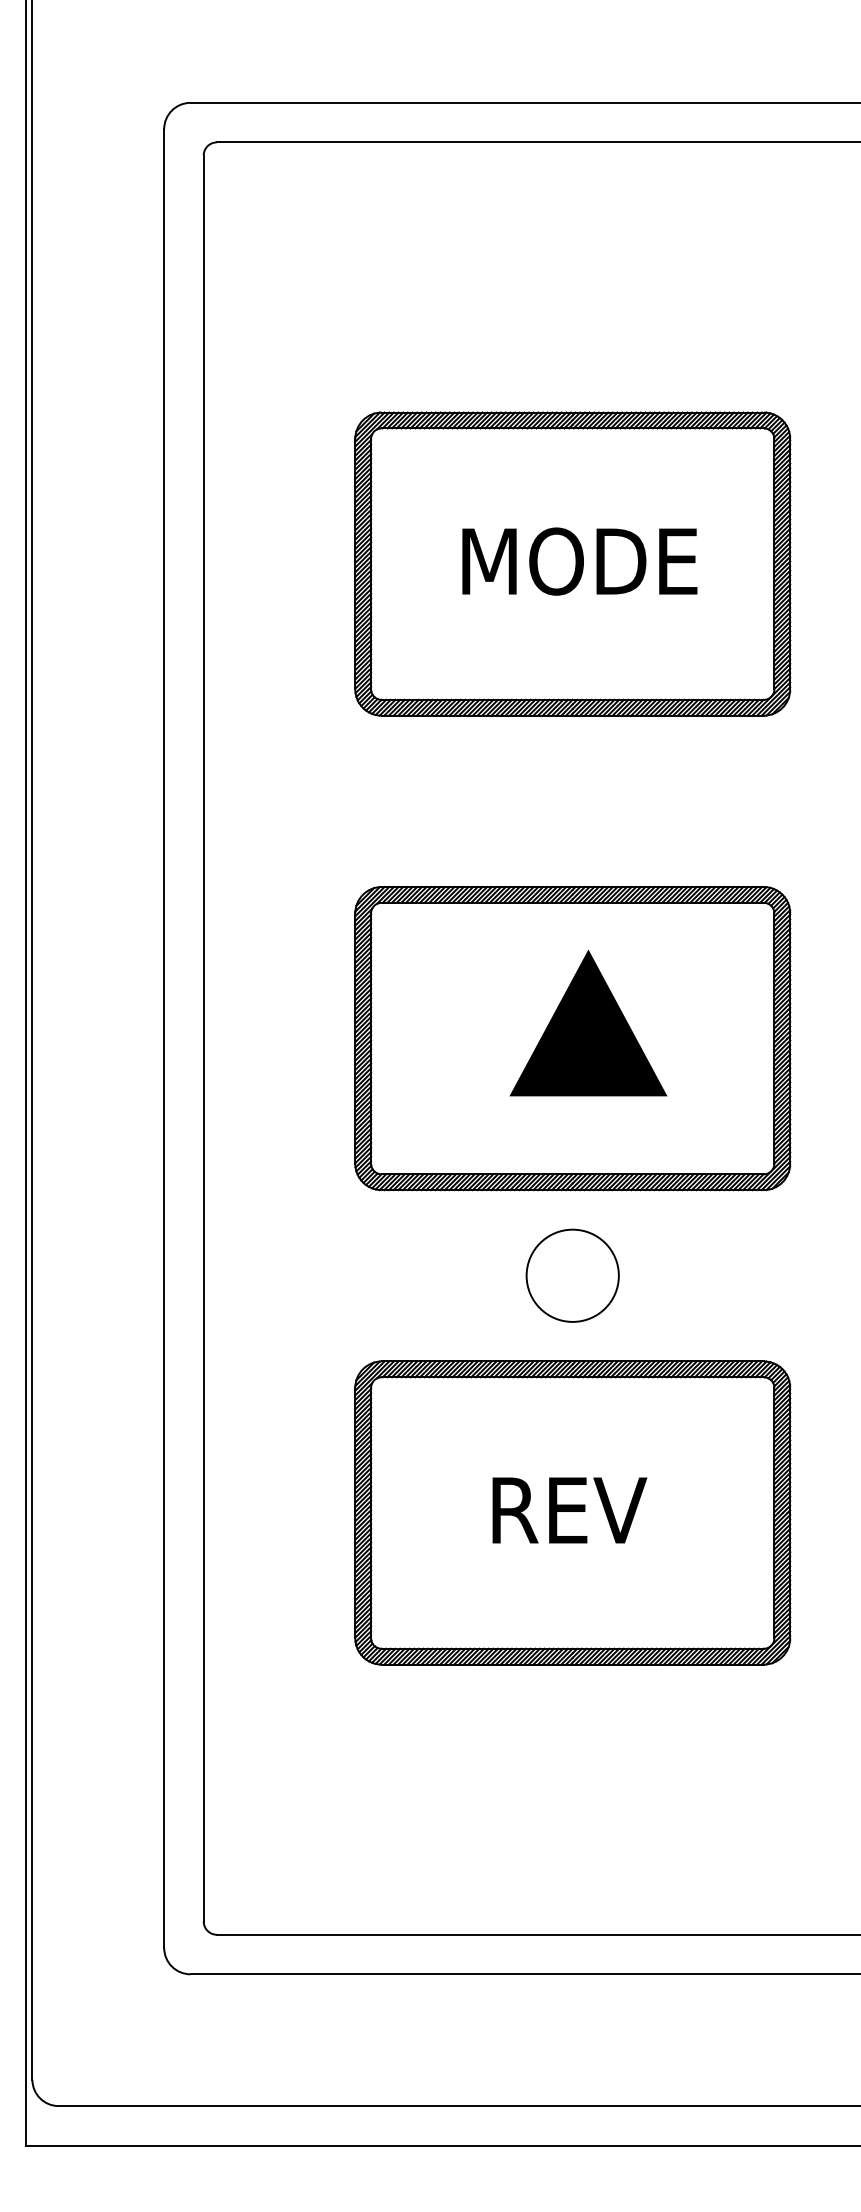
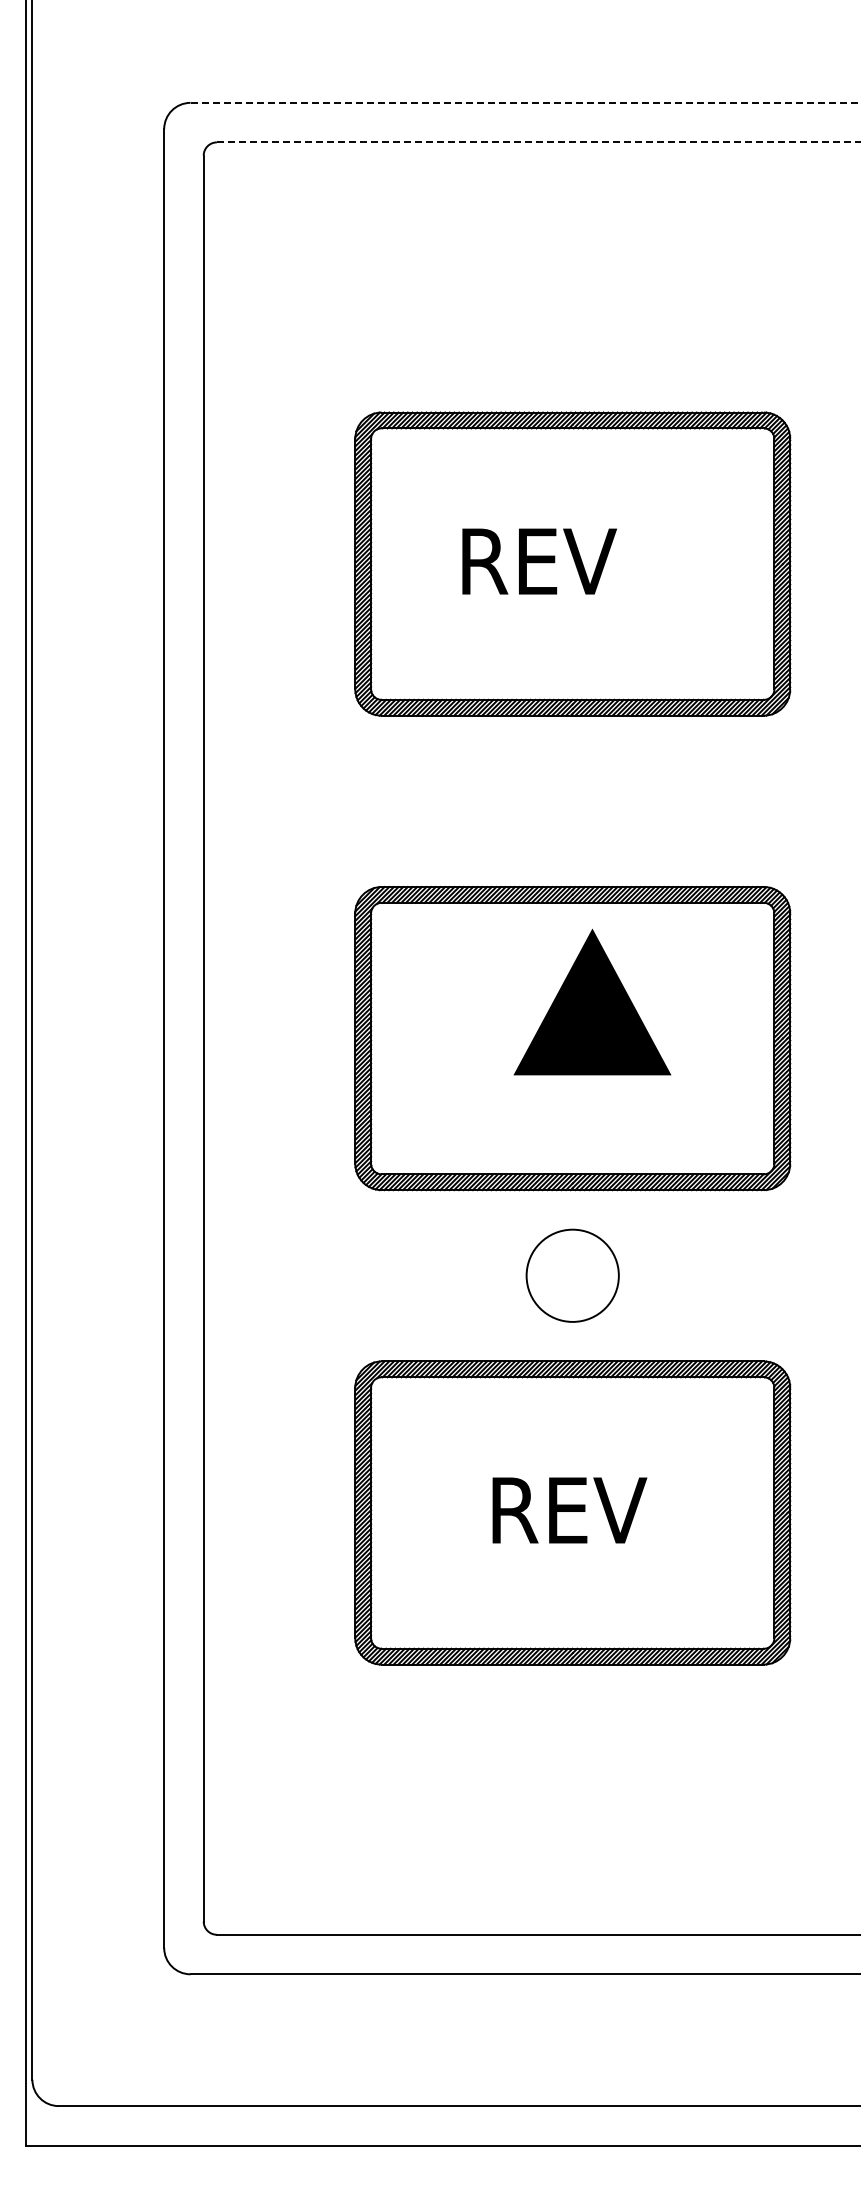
line at (525, 102): solid -> dashed
line at (538, 142): solid -> dashed
text at (583, 561): MODE -> REV
line at (588, 1022) position: (588, 1022) -> (592, 1001)
